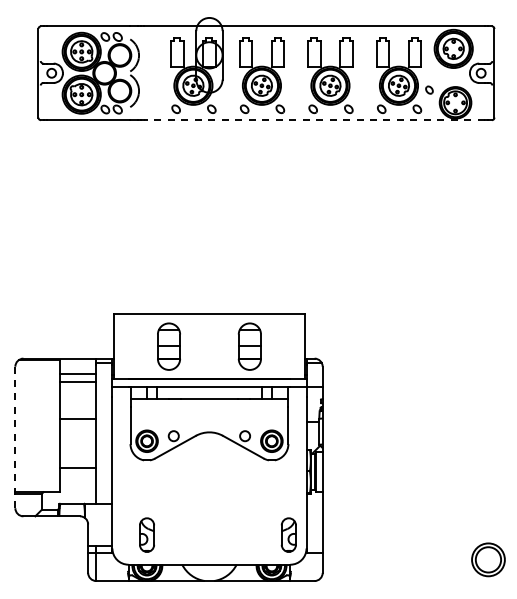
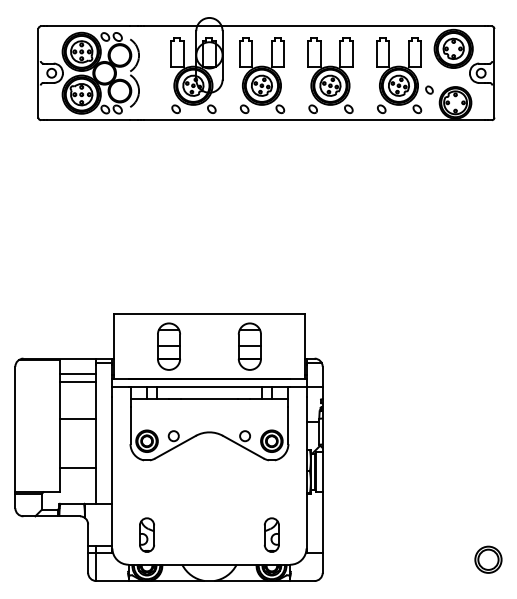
line at (313, 120): dashed -> solid
line at (15, 437): dashed -> solid
part at (288, 534) position: (288, 534) -> (271, 534)
part at (488, 559) size: 35x36 px -> 29x29 px
